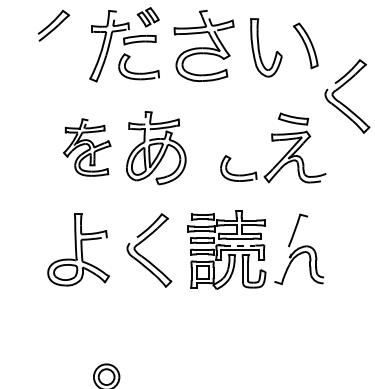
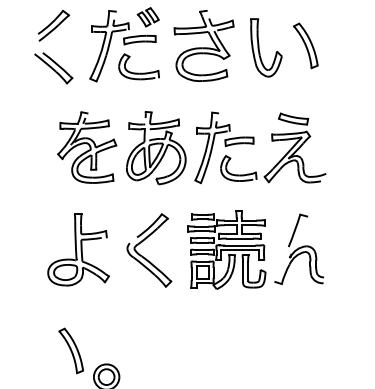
part at (53, 68): none -> present
part at (343, 103): present -> none
part at (87, 147) size: 49x59 px -> 61x73 px
part at (224, 147): none -> present
line at (239, 245): dashed -> solid
part at (70, 350): none -> present
